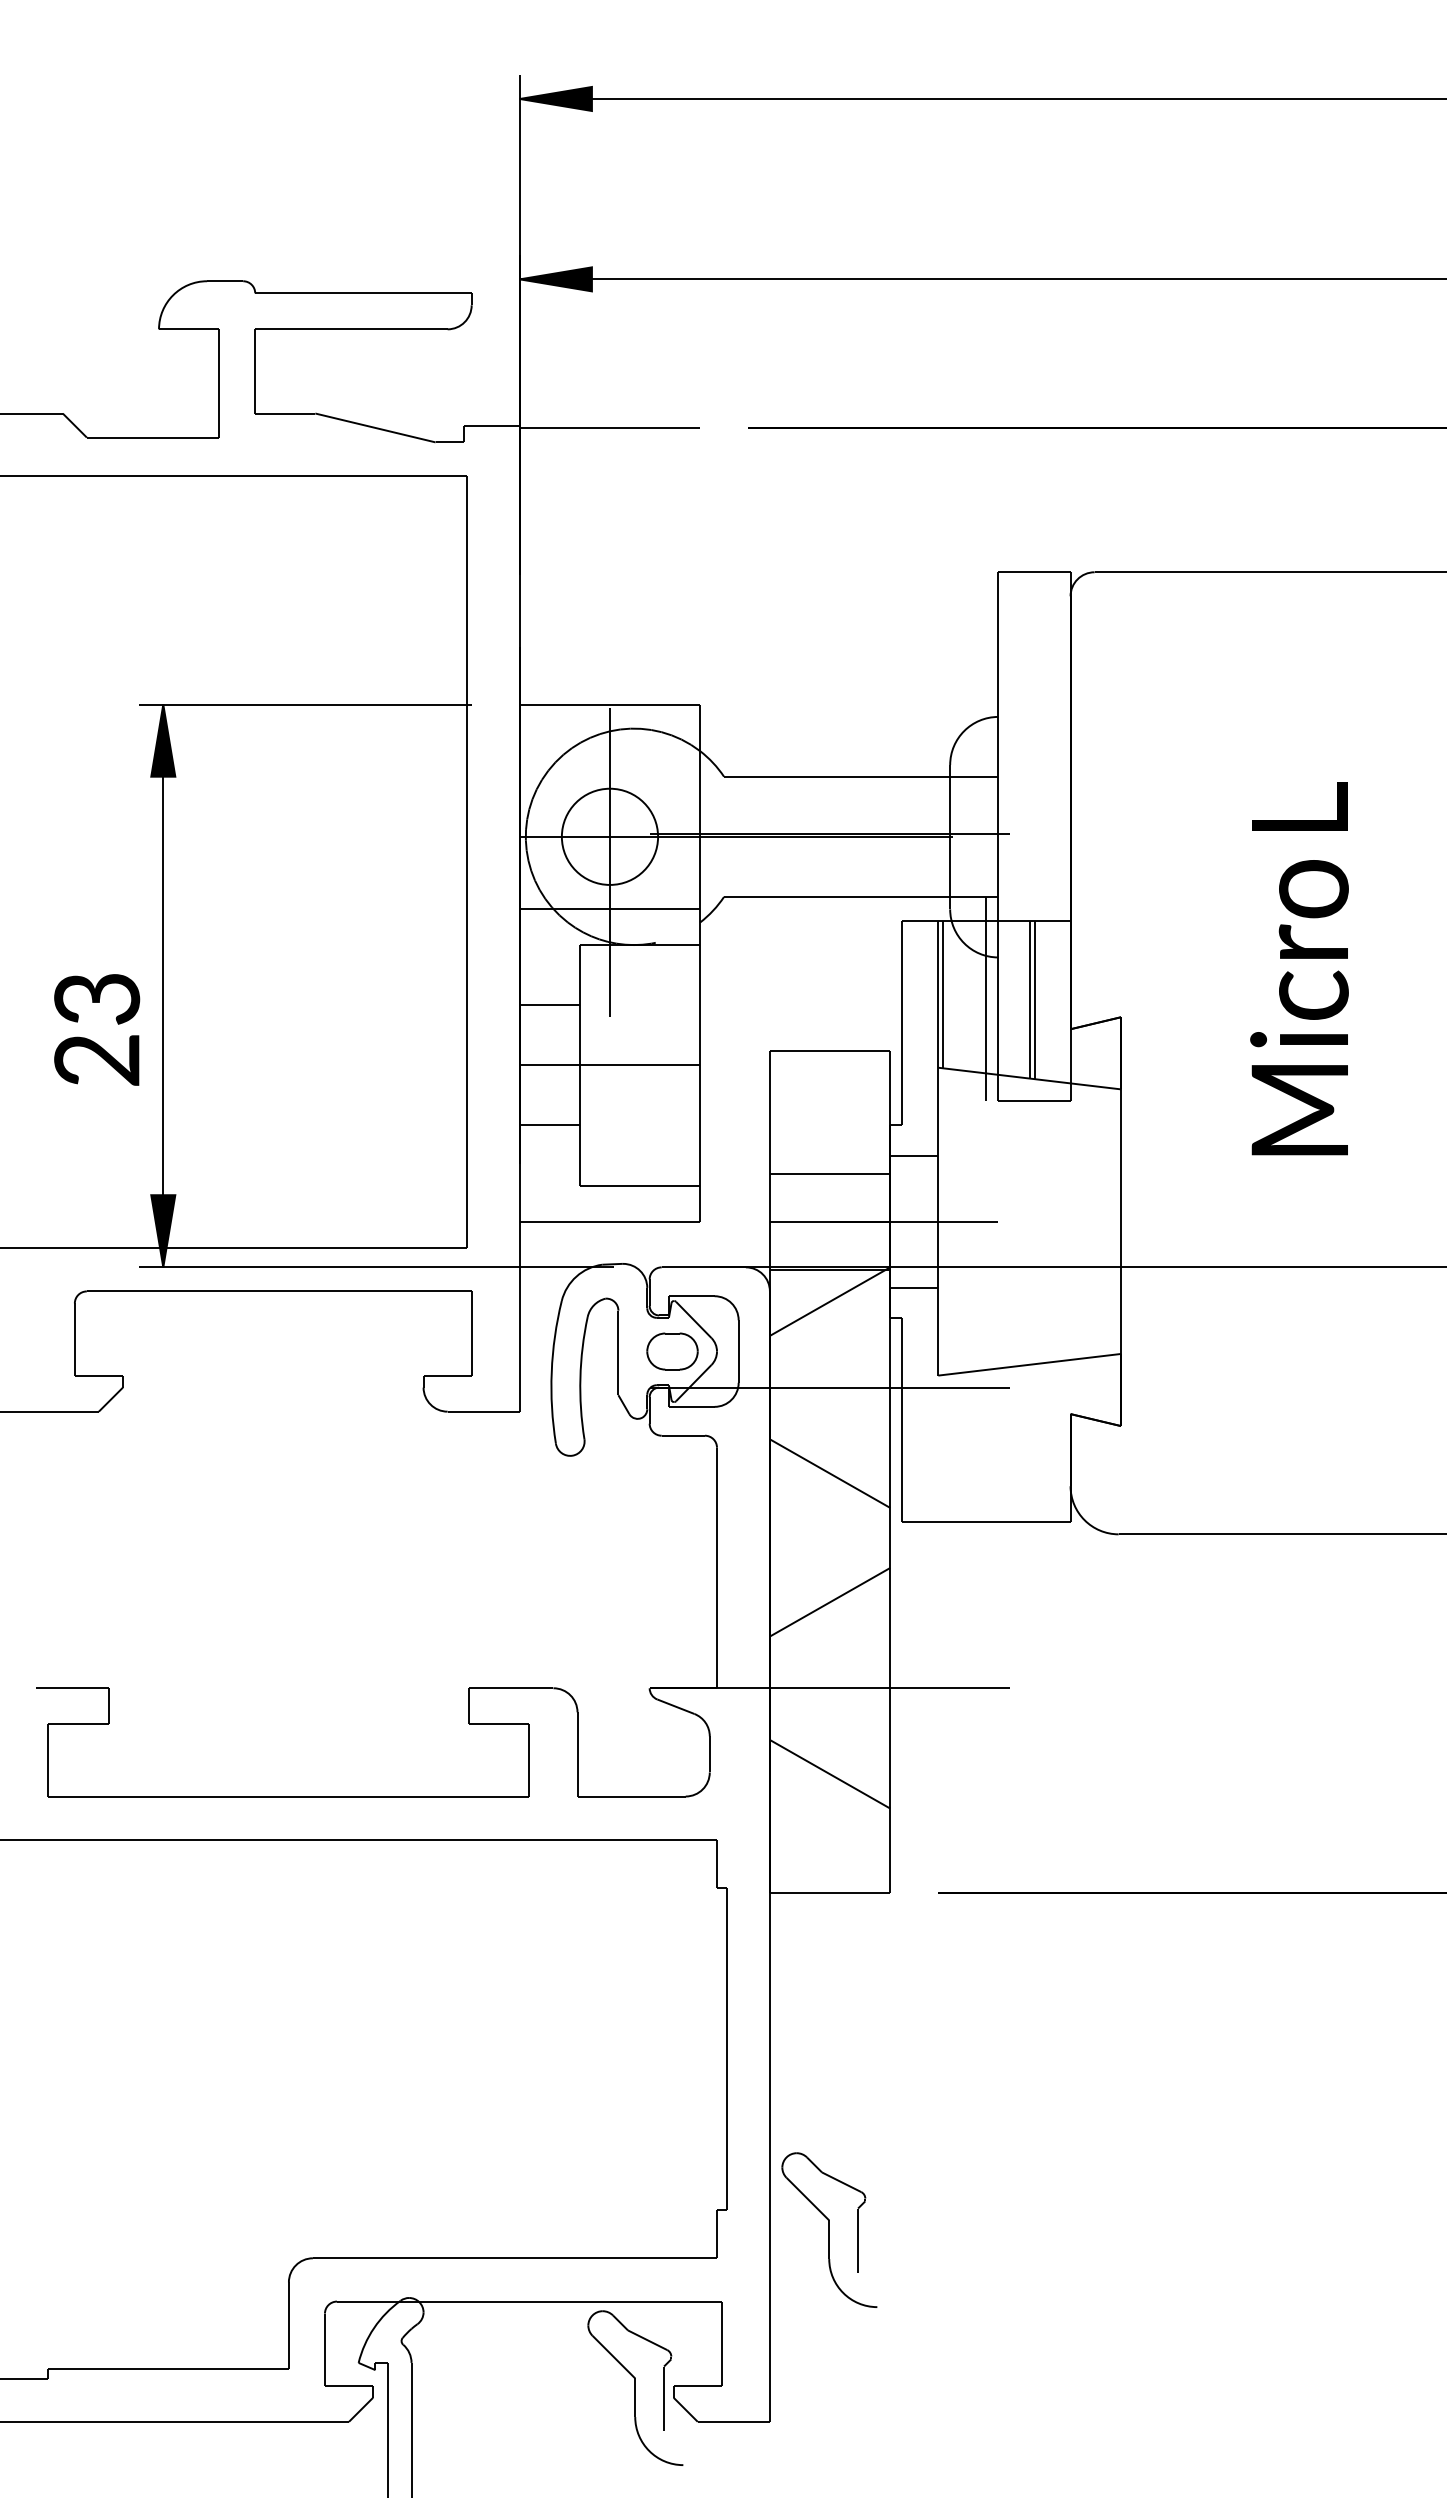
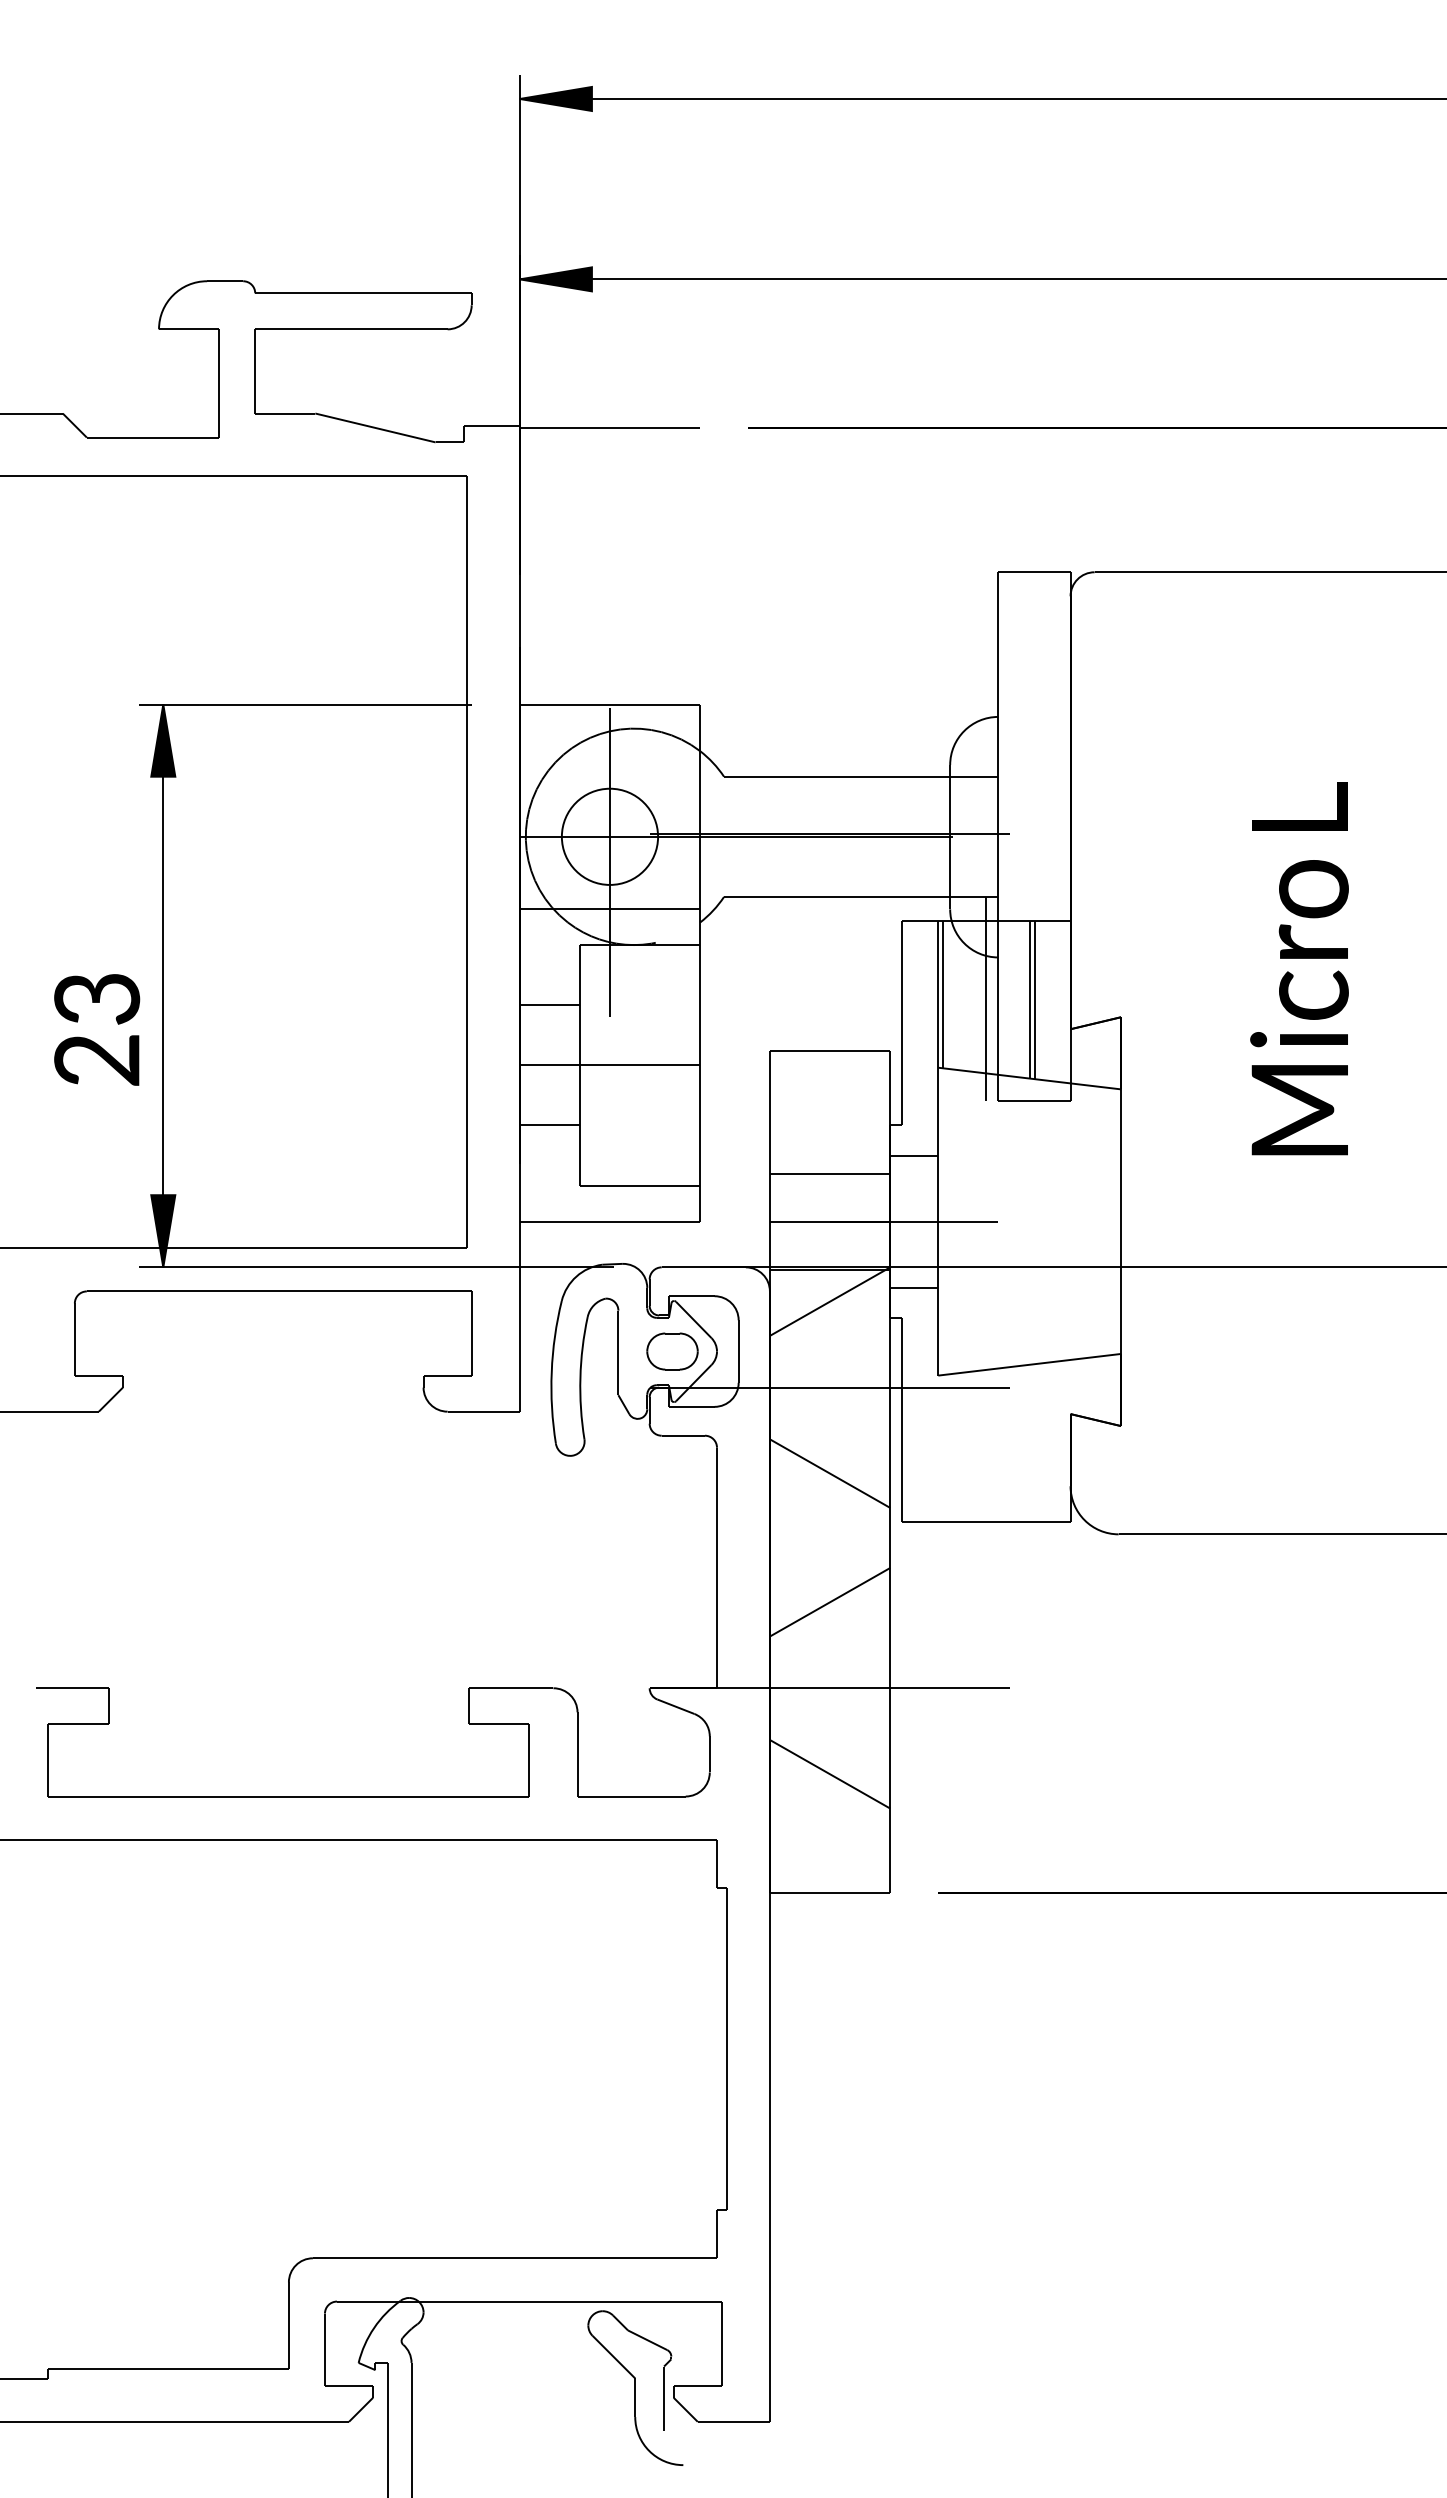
part at (829, 2229): present -> none
